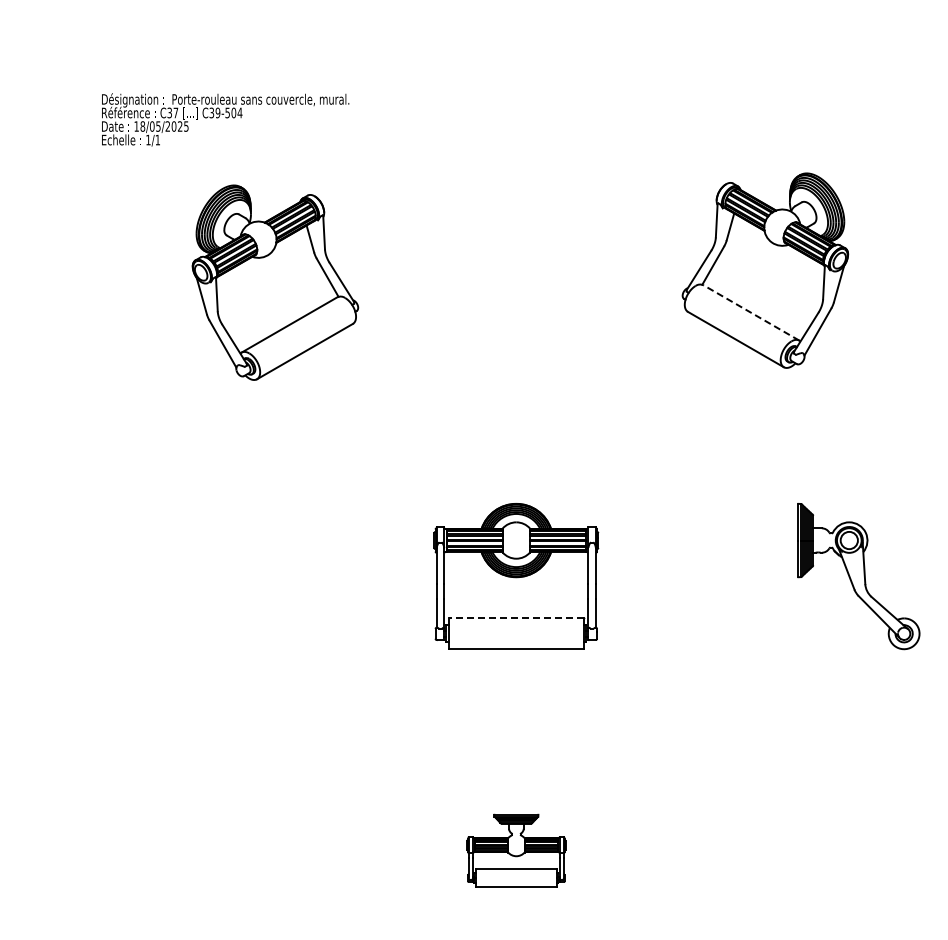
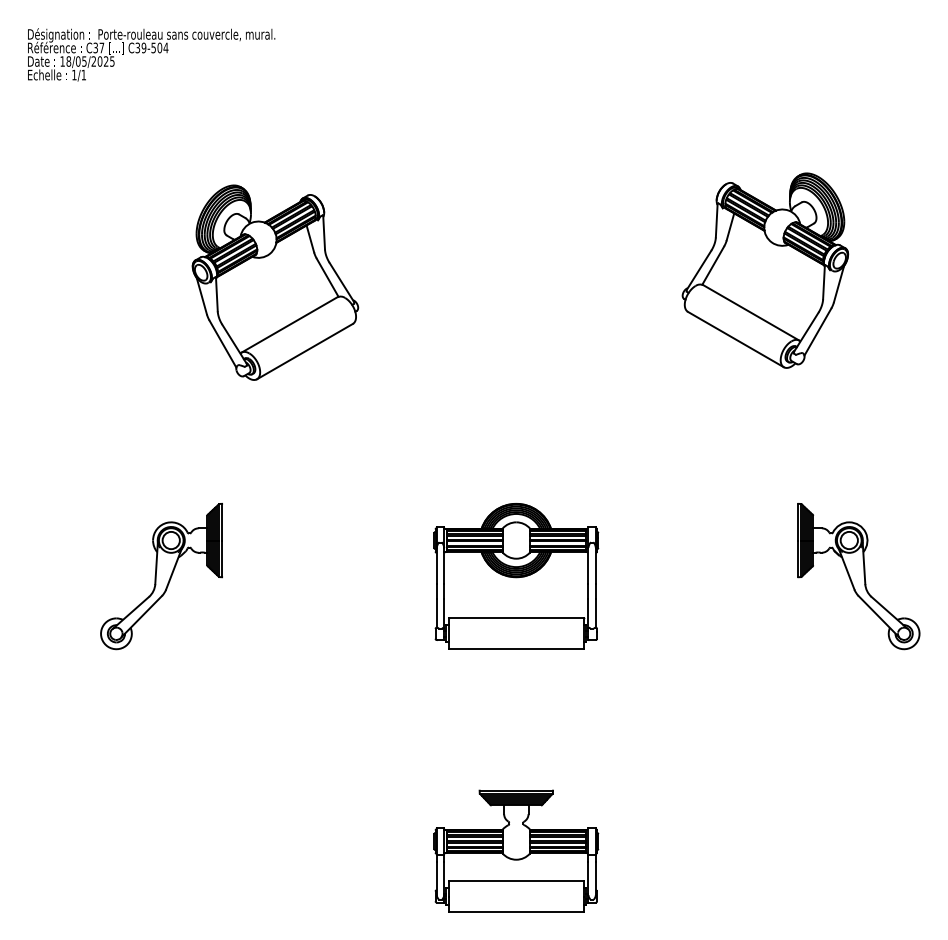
text at (225, 119) position: (225, 119) -> (151, 54)
line at (750, 312): dashed -> solid
part at (161, 576): none -> present
line at (516, 618): dashed -> solid
part at (516, 850) size: 101x75 px -> 167x124 px
